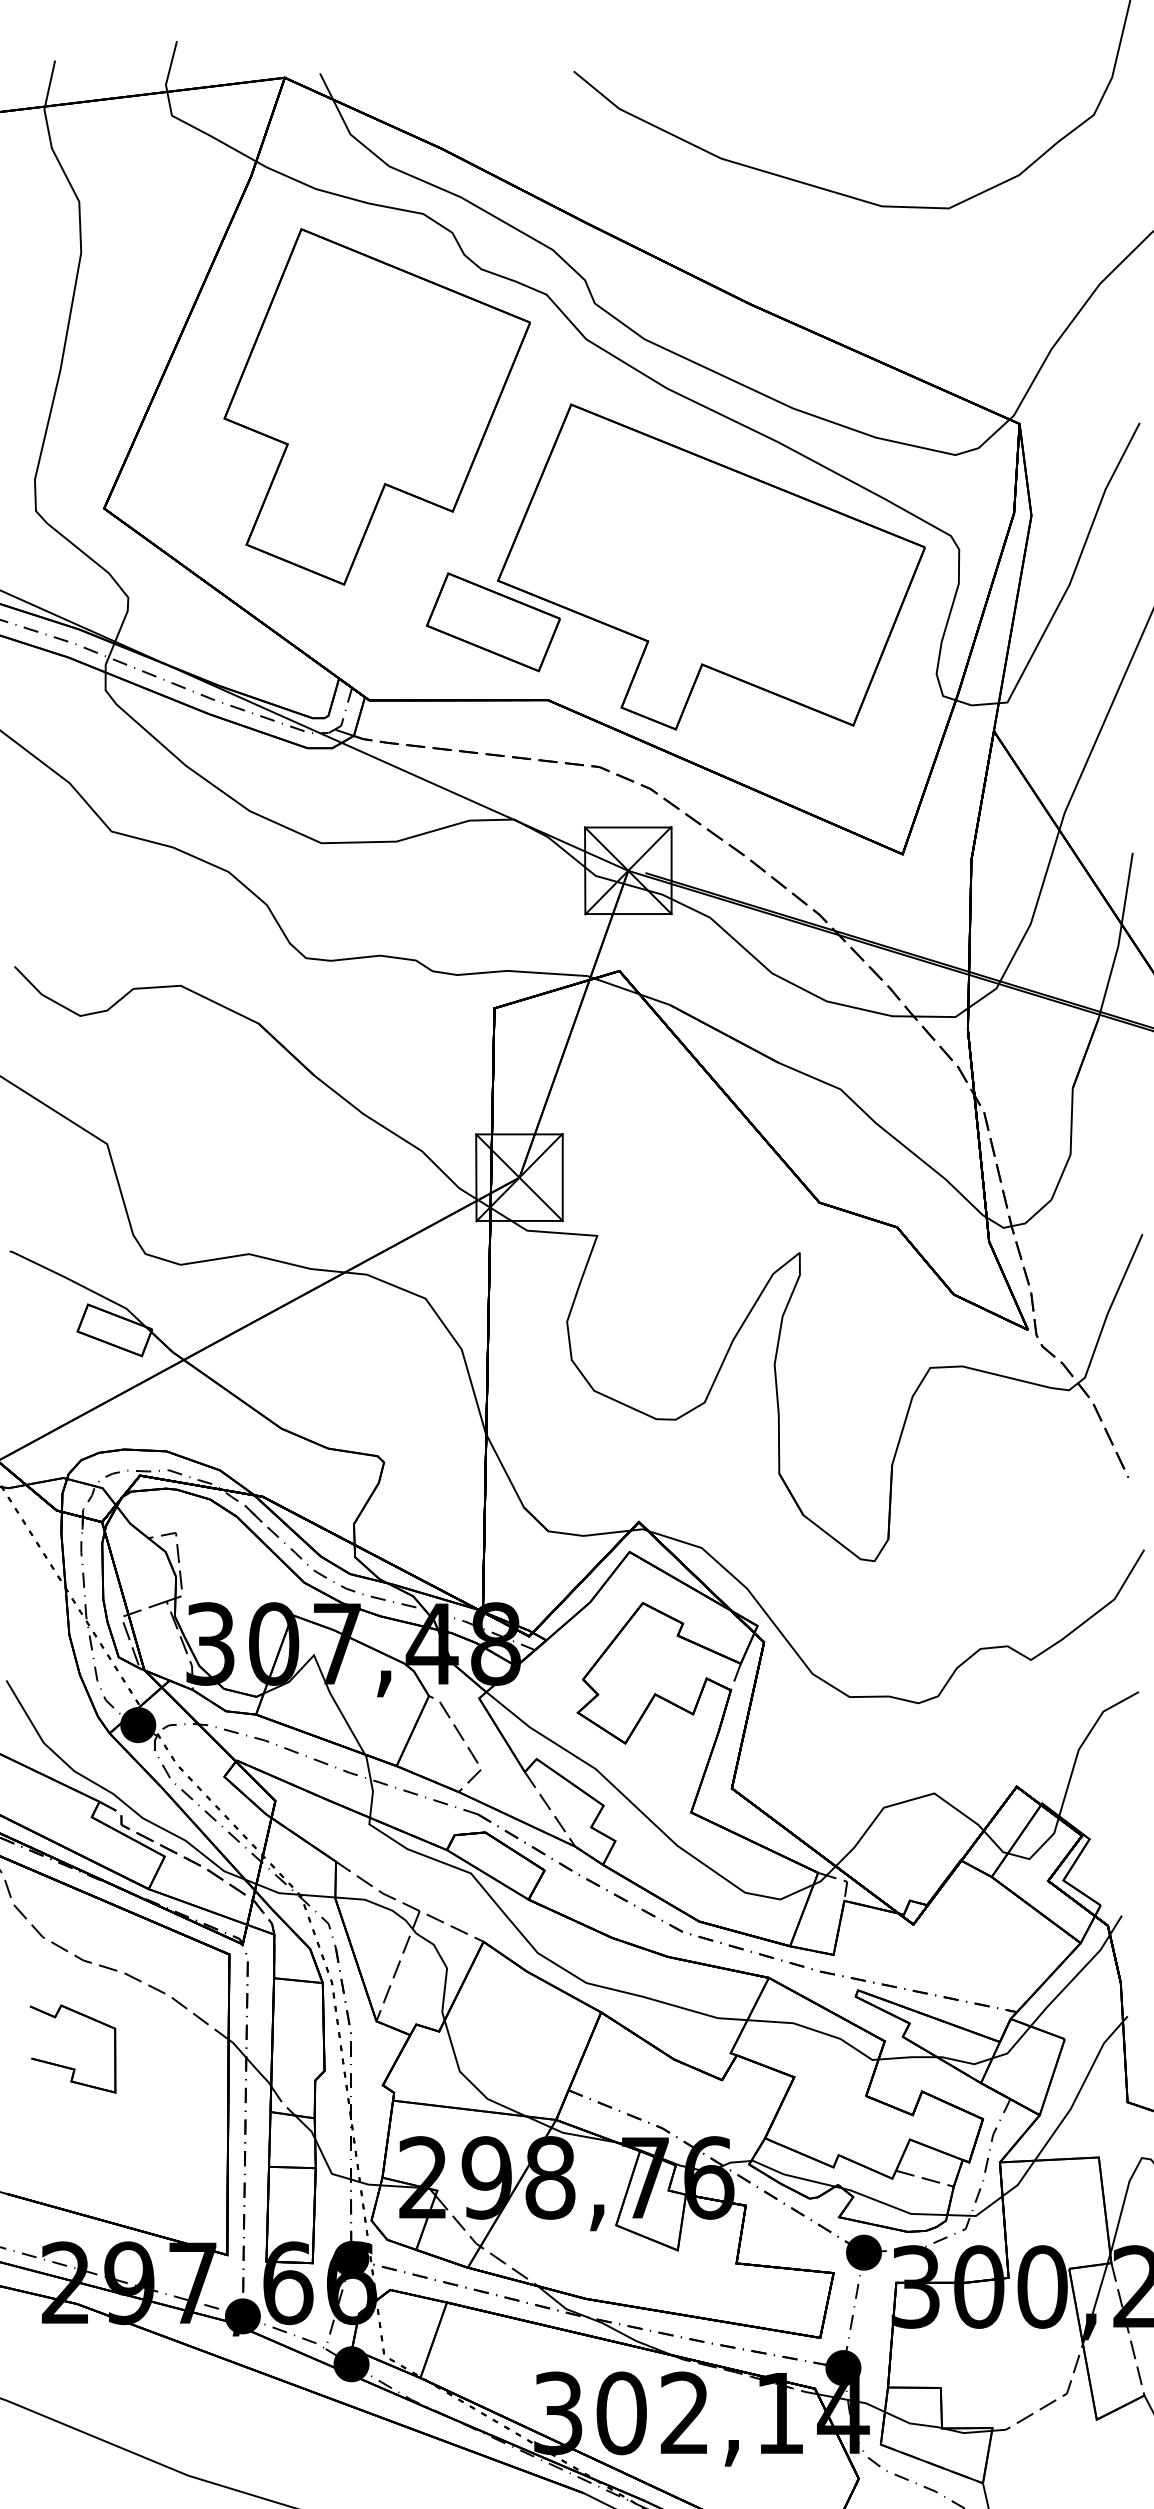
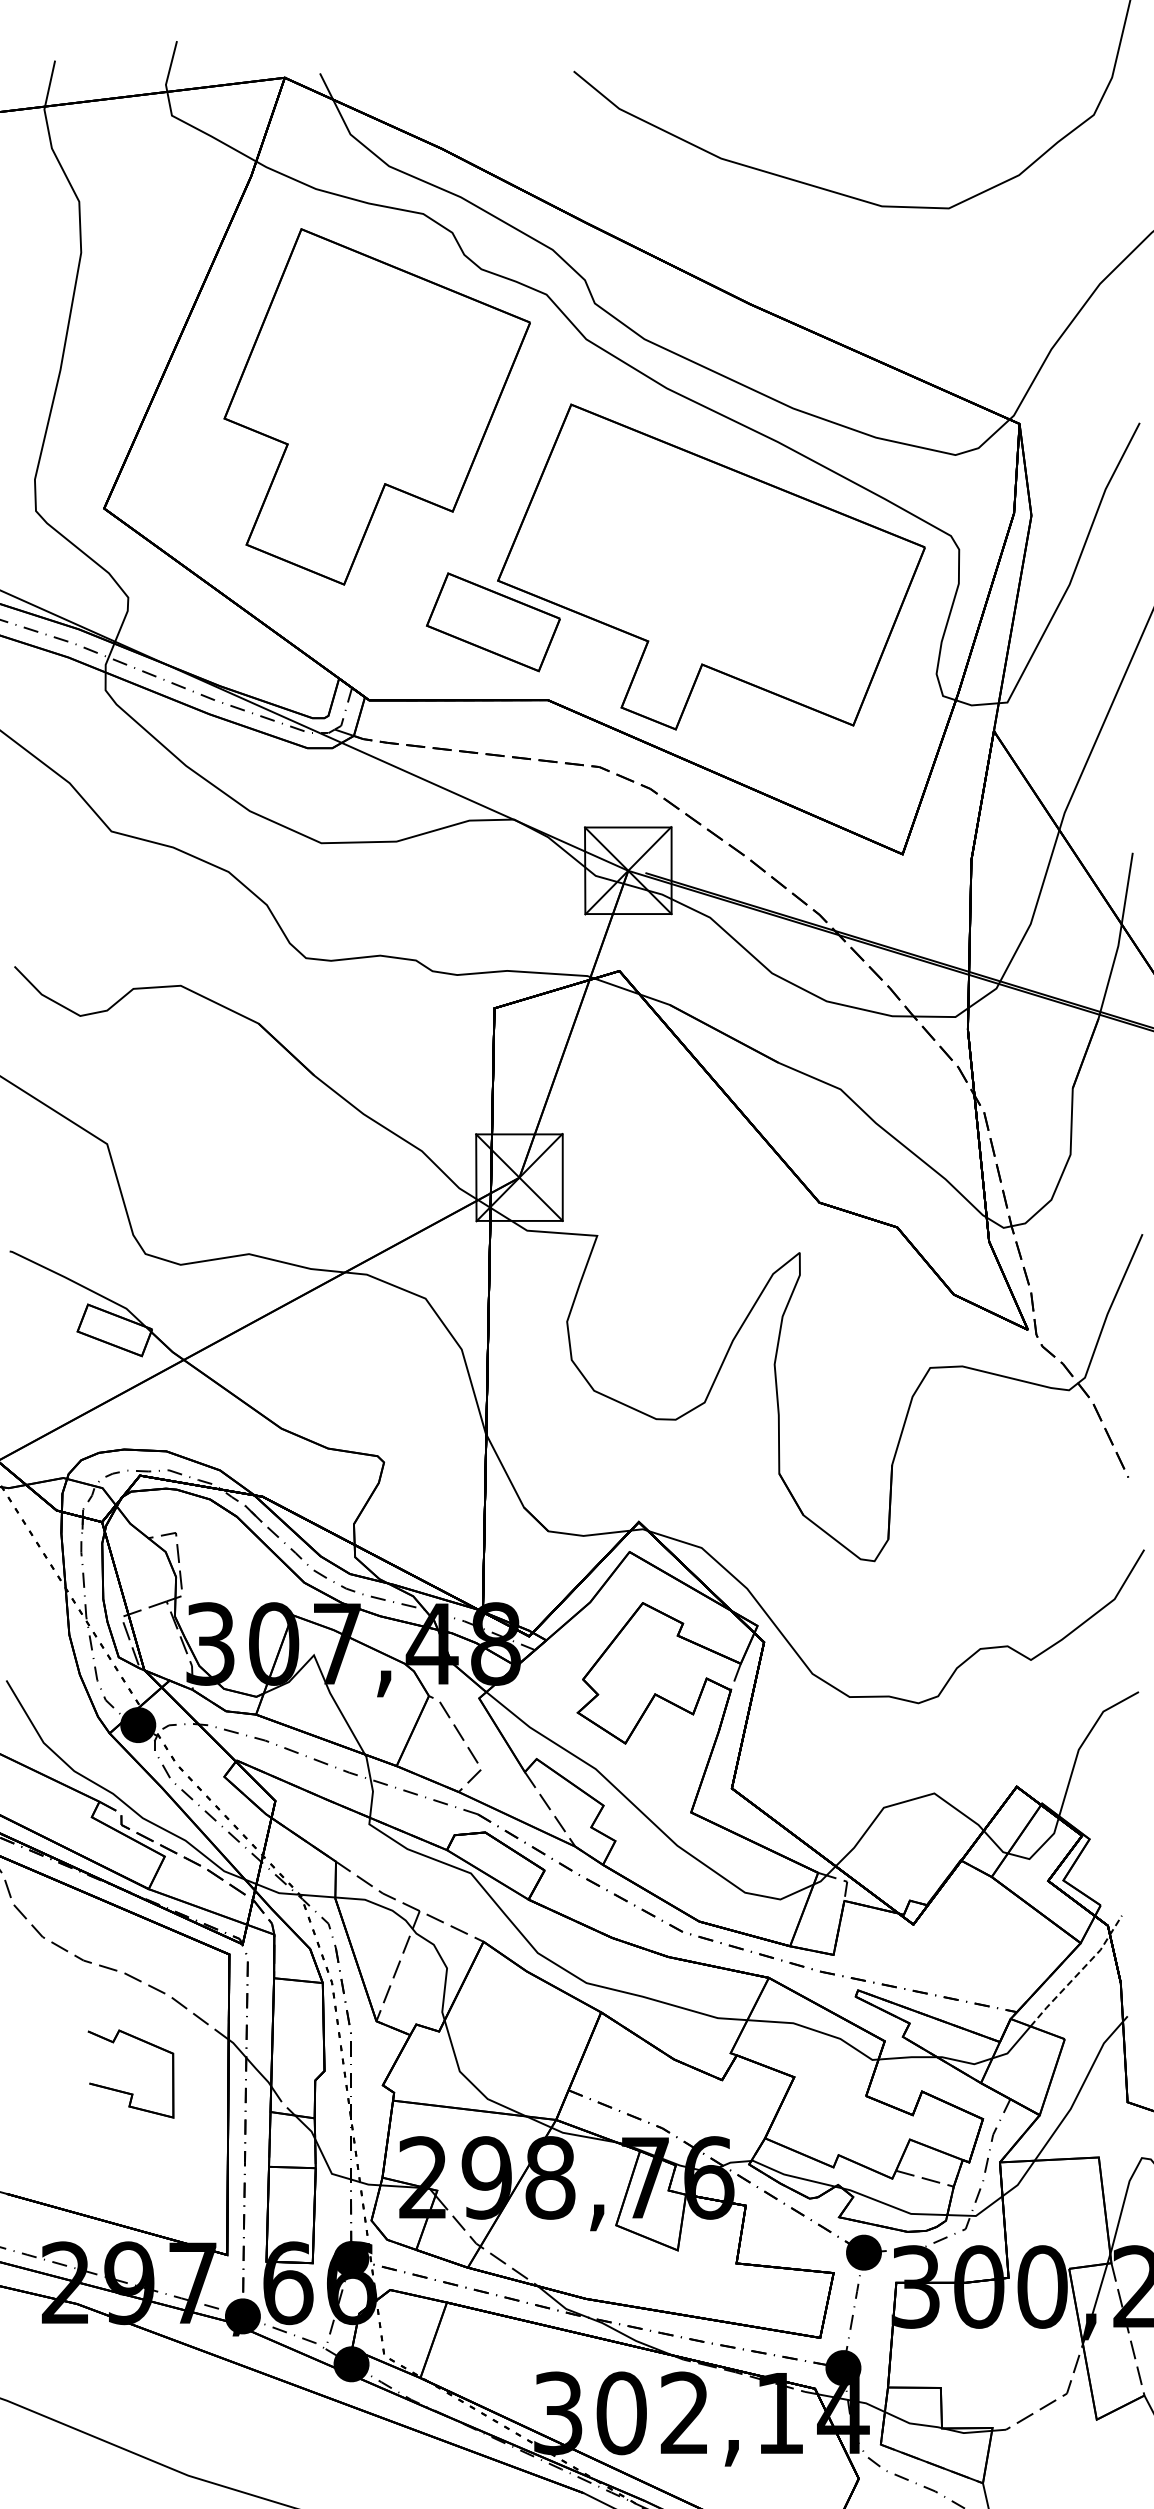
line at (1078, 1973): solid -> dashed
part at (67, 2066) position: (67, 2066) -> (125, 2091)
